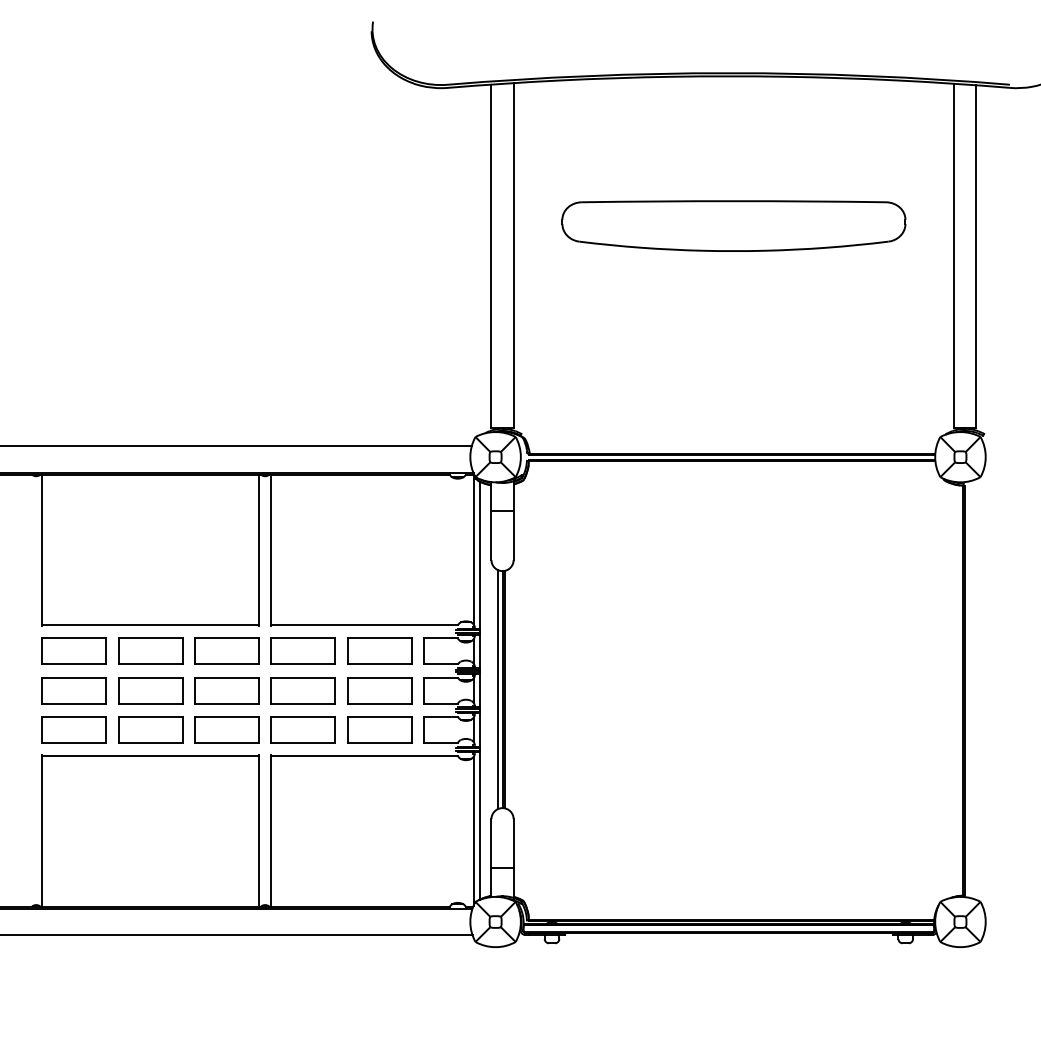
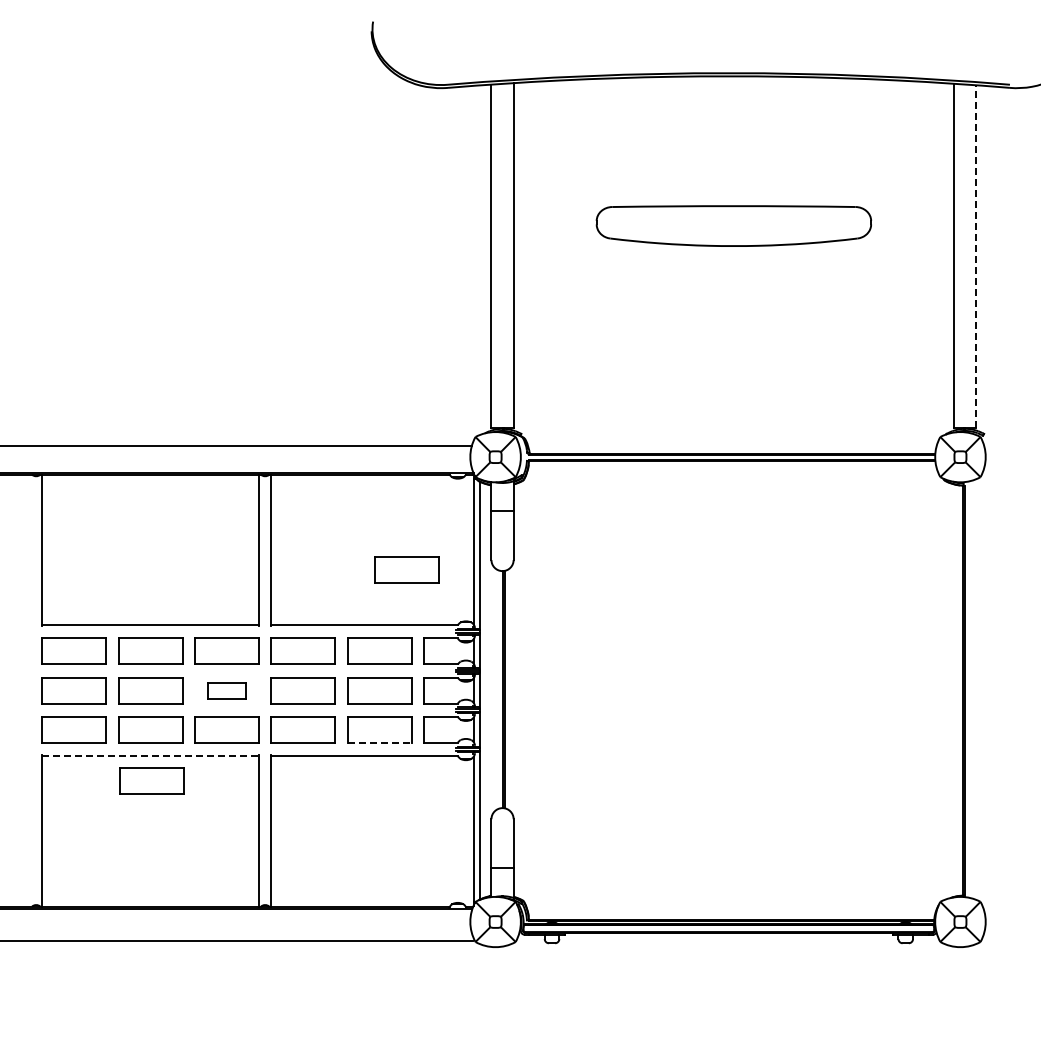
part at (733, 225) size: 346x52 px -> 278x42 px
line at (976, 256): solid -> dashed
part at (406, 569): none -> present
line at (497, 689): present -> none
part at (226, 690) size: 66x28 px -> 40x18 px
line at (379, 742): solid -> dashed
line at (151, 756): solid -> dashed
part at (151, 780): none -> present
line at (237, 935) position: (237, 935) -> (237, 941)
